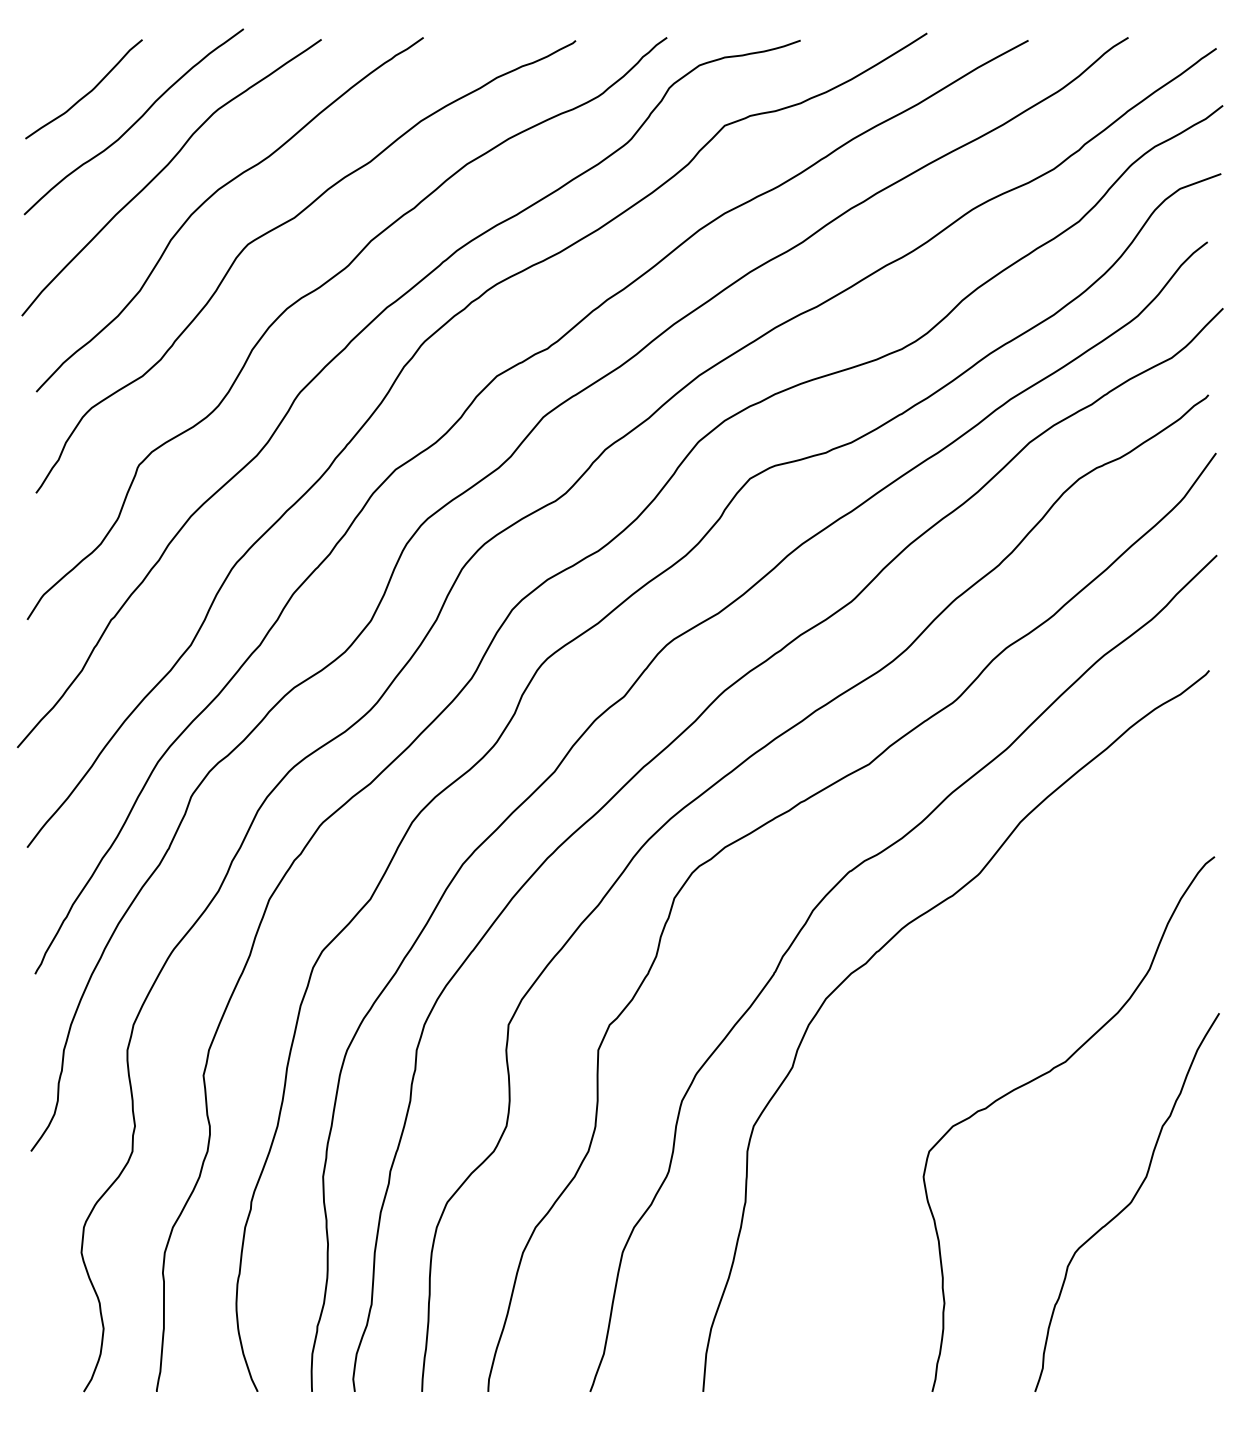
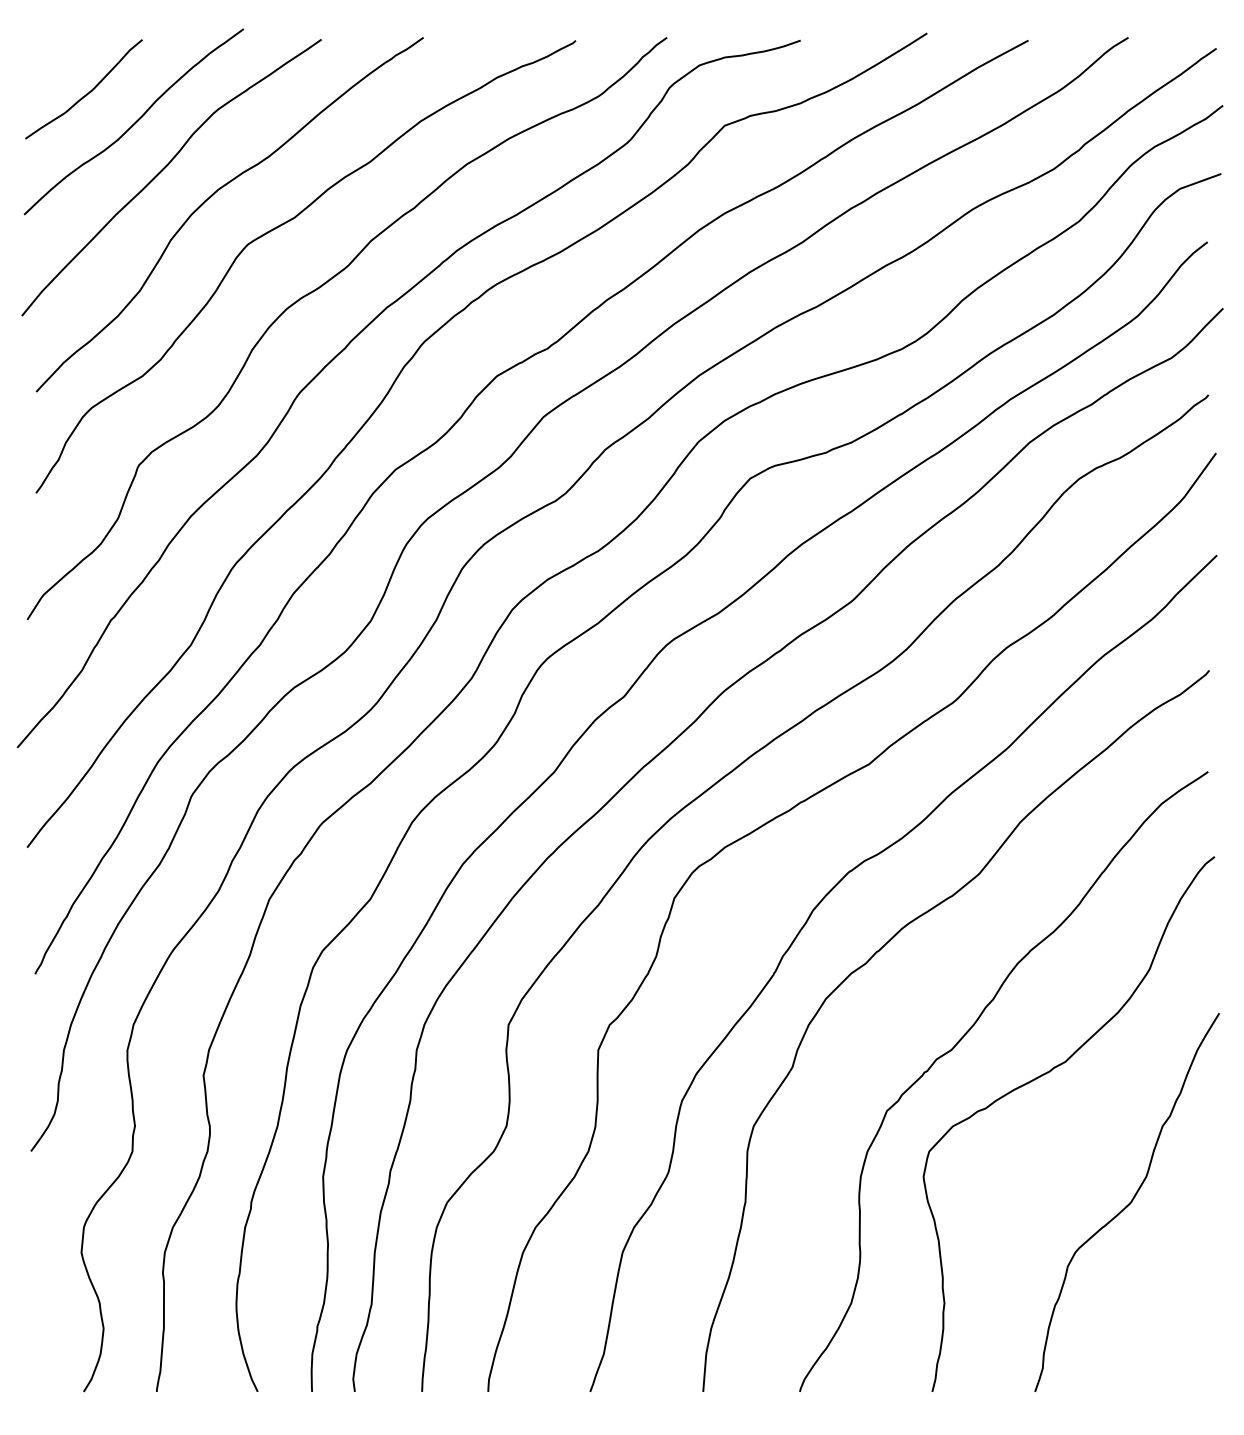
curve at (962, 1039): none -> present
